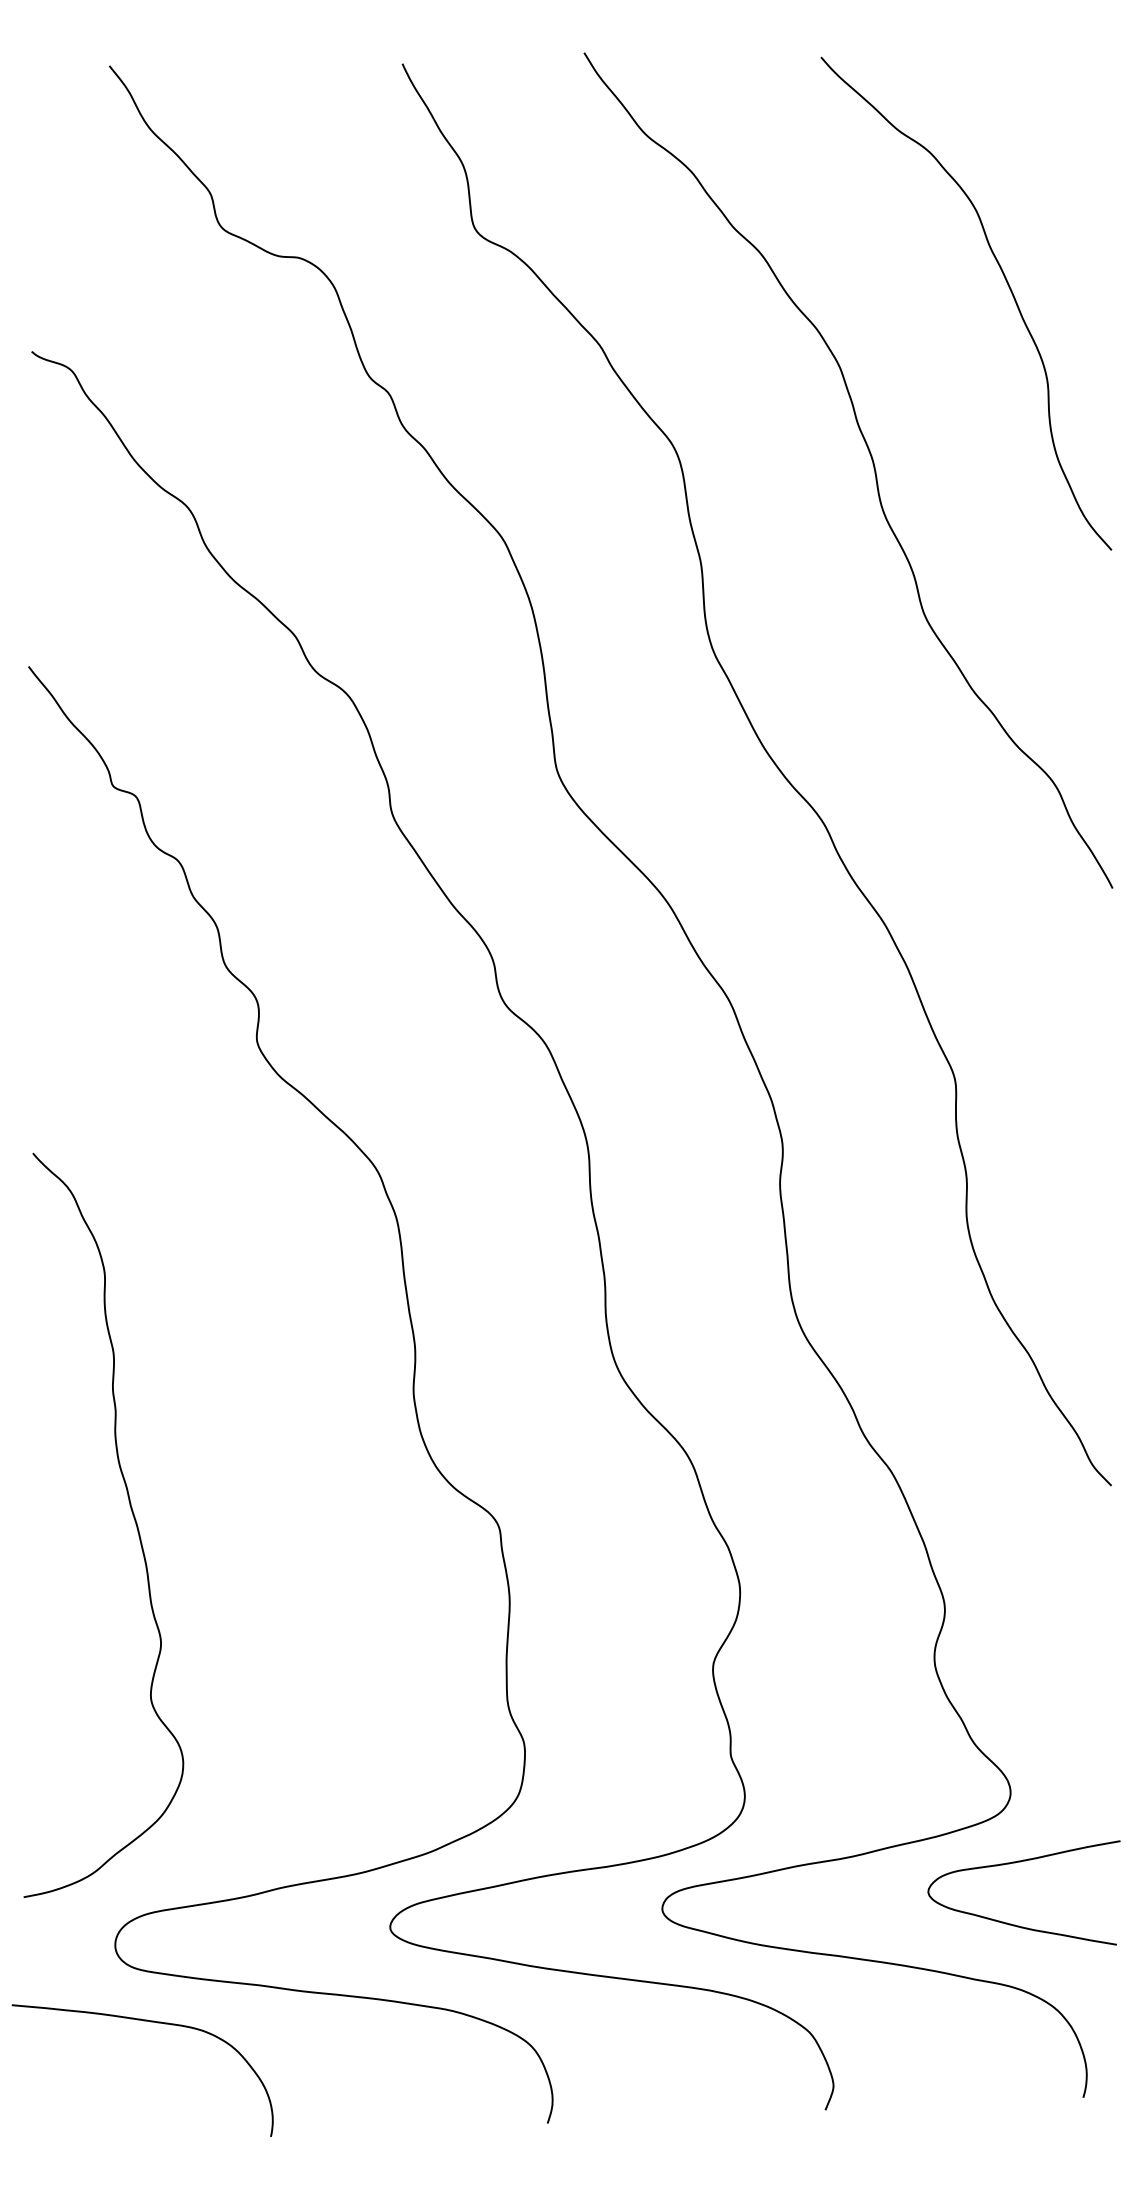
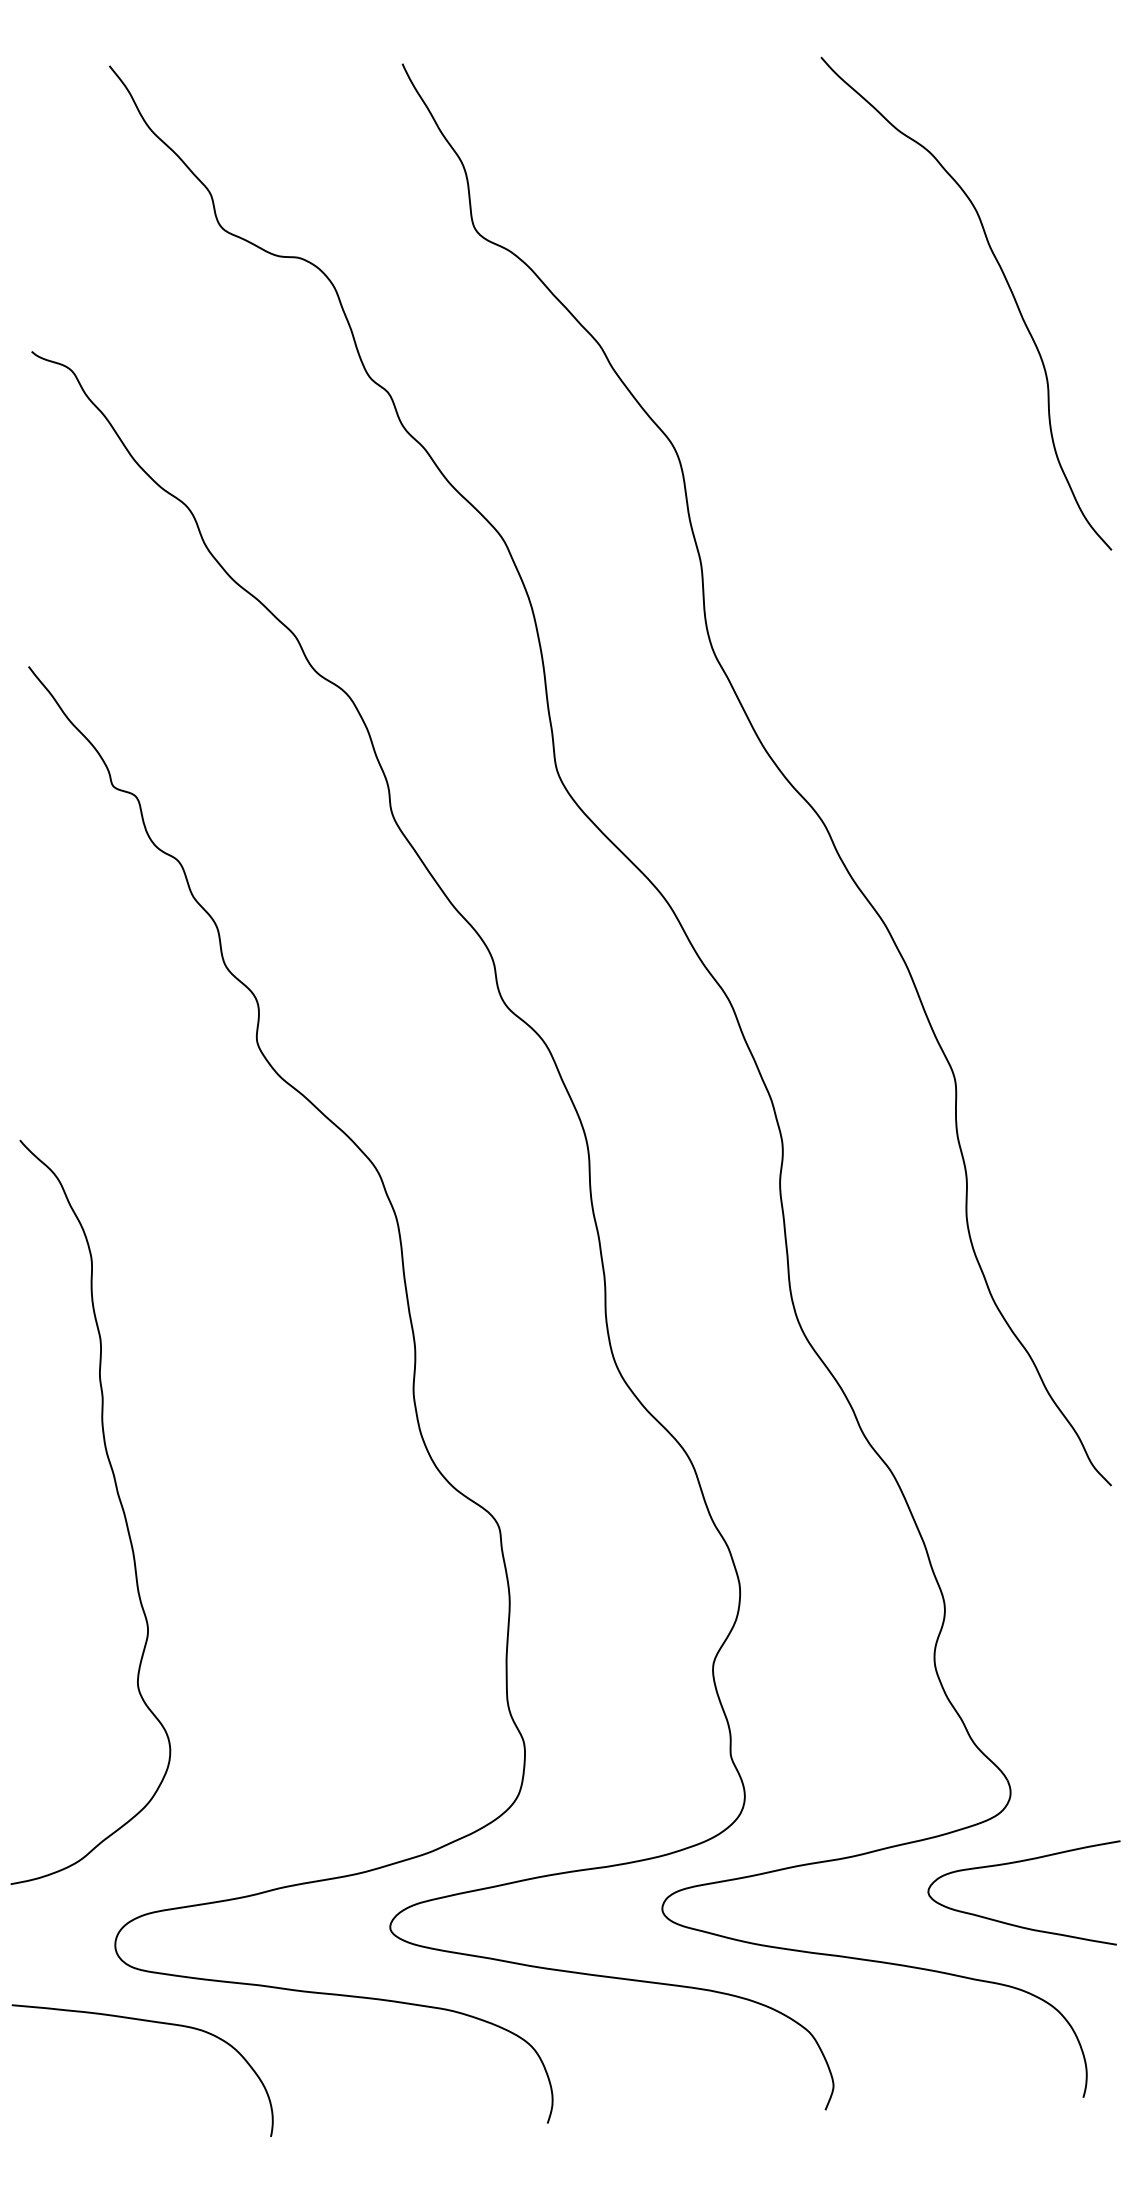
curve at (872, 464): present -> none
curve at (132, 1515) position: (132, 1515) -> (119, 1502)
